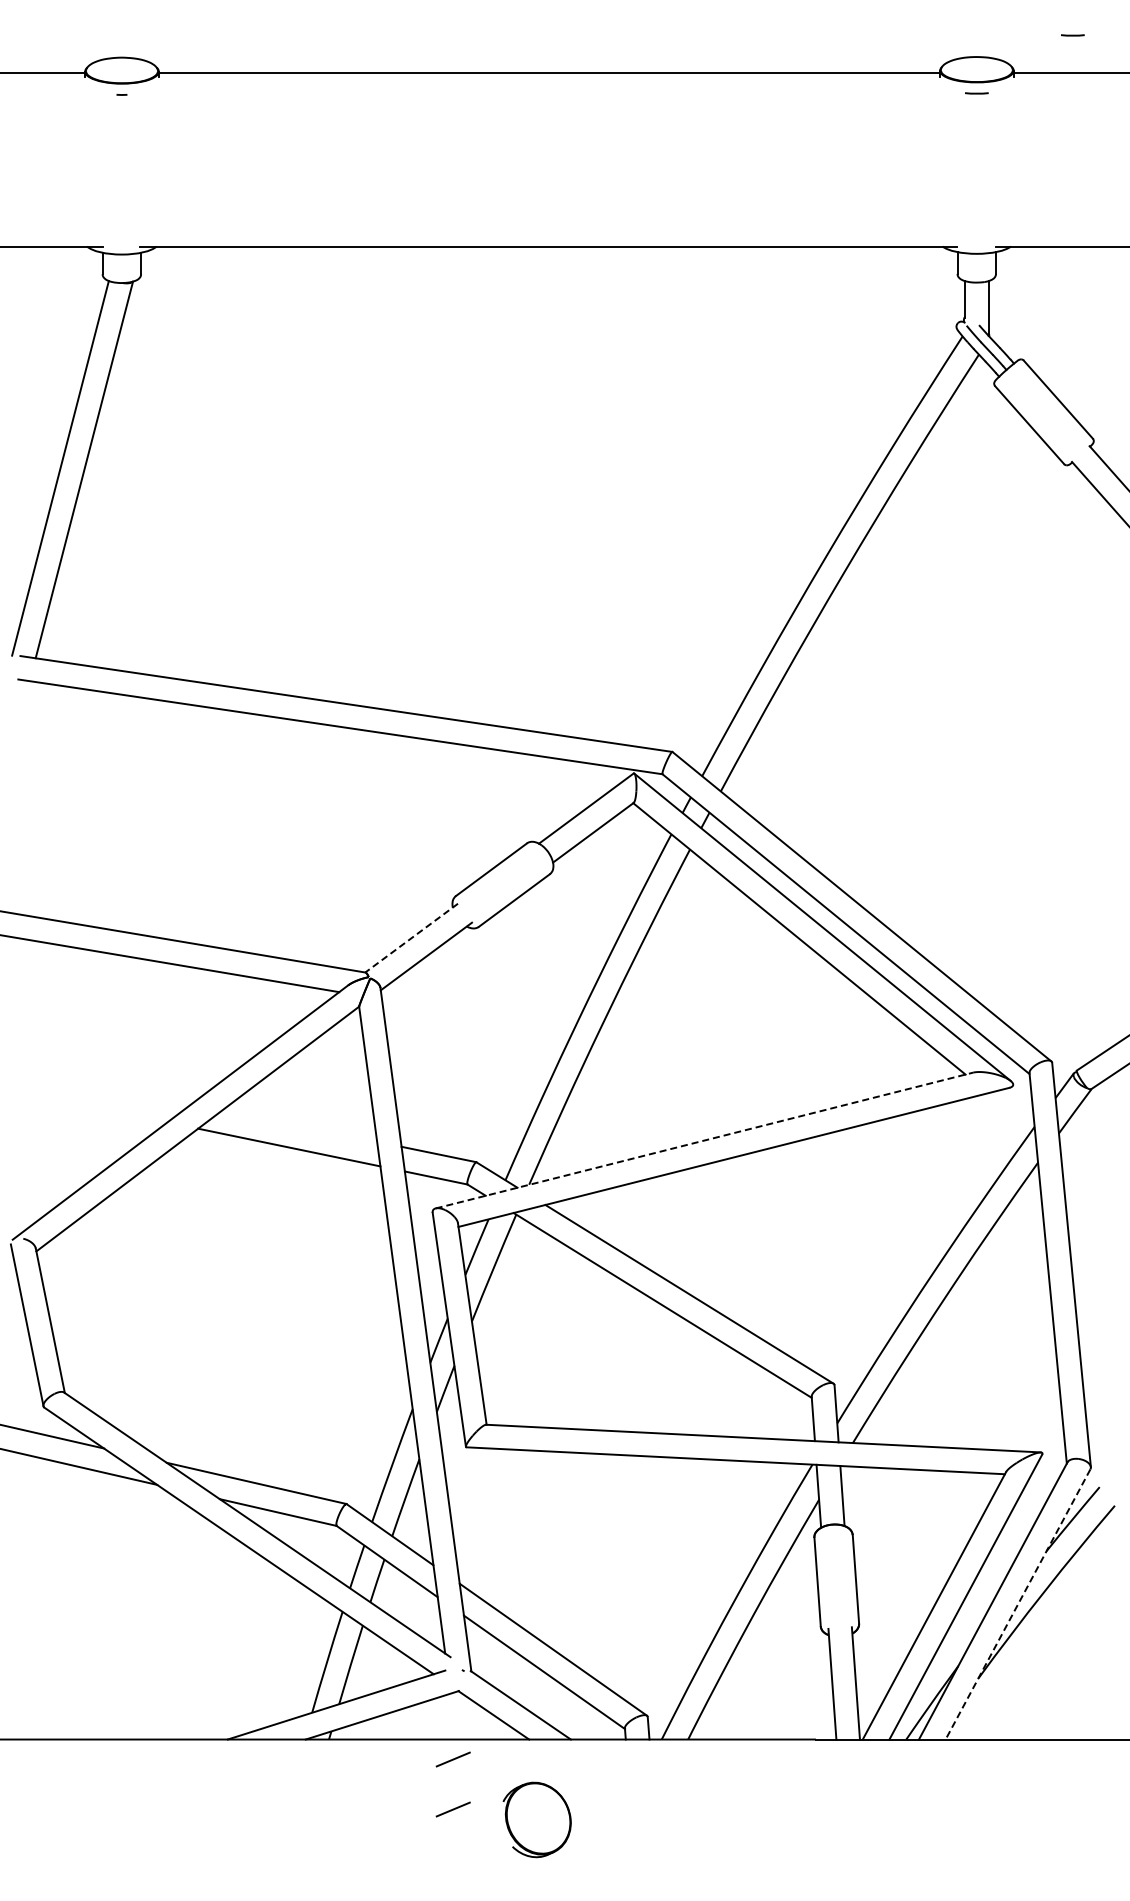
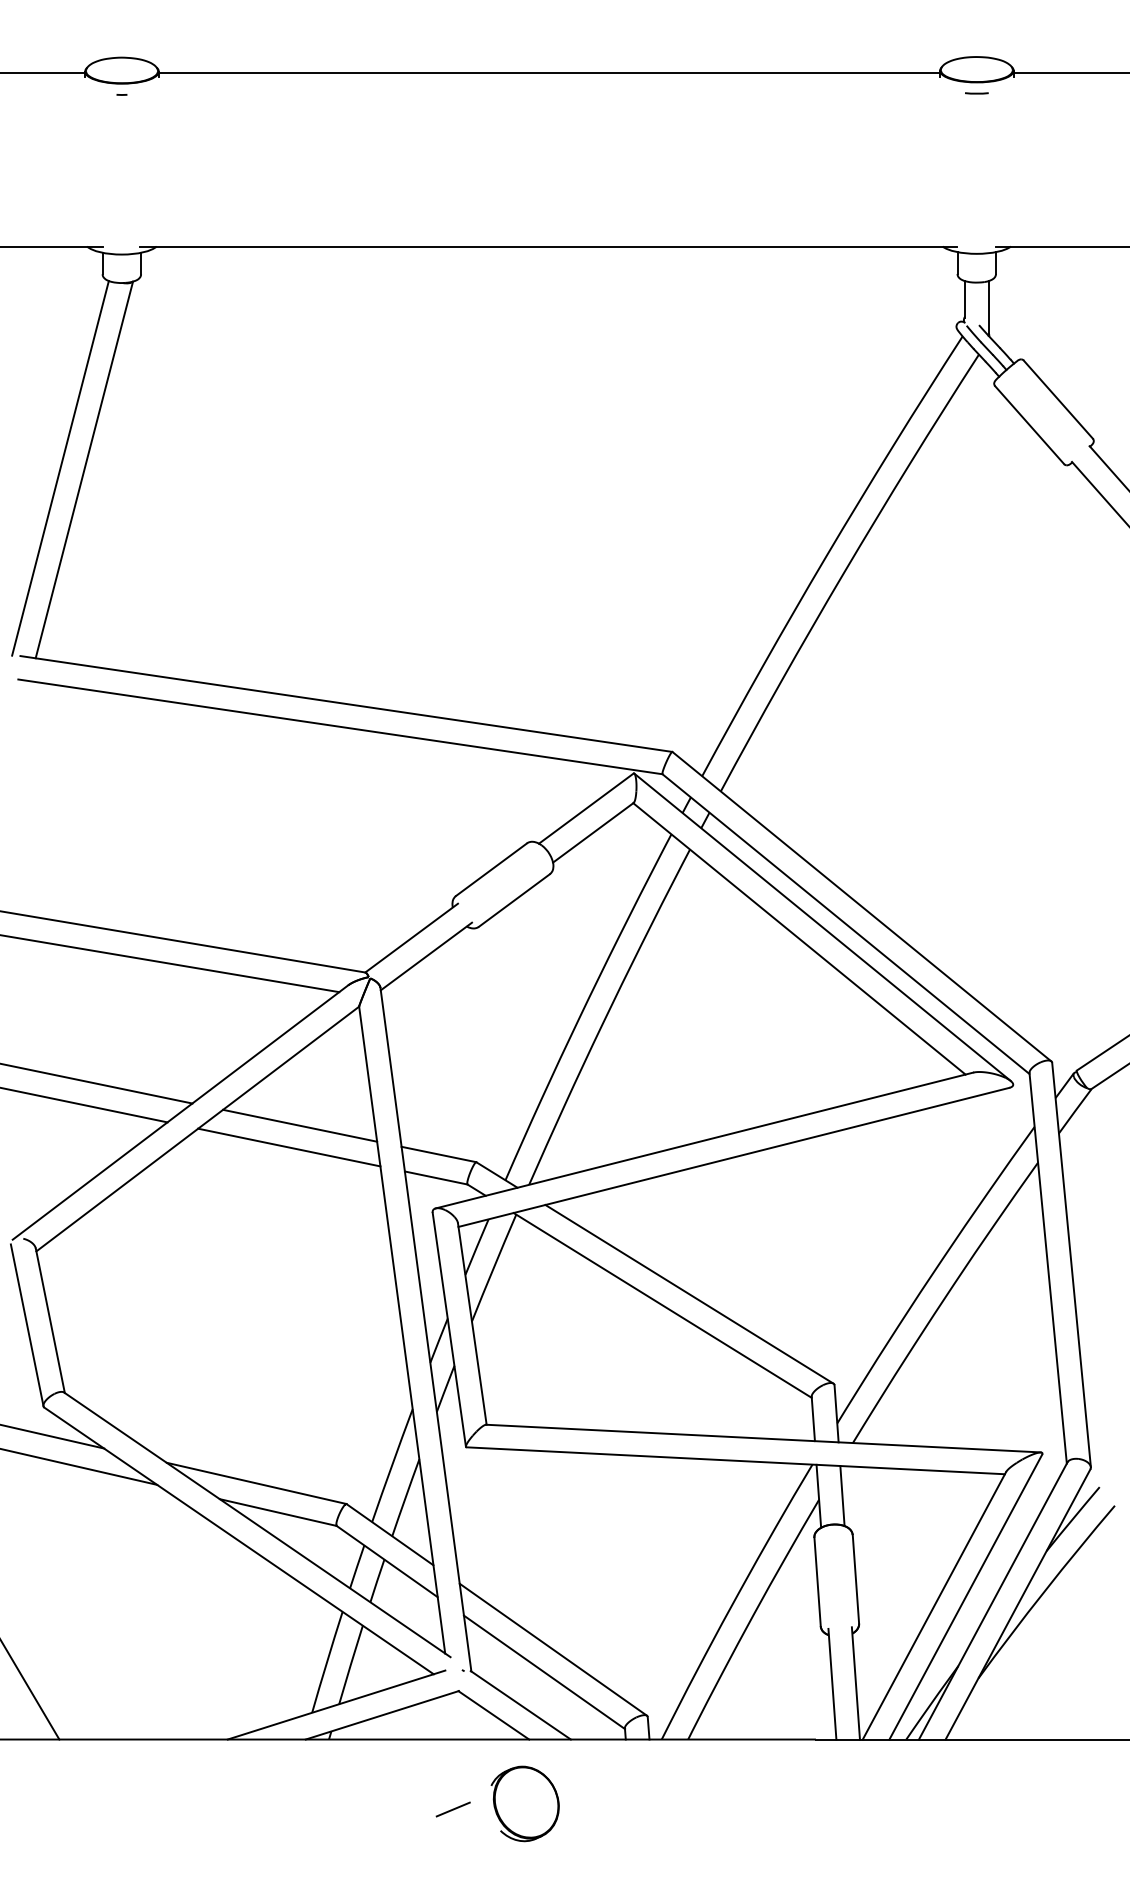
line at (1072, 35): present -> none
line at (411, 938): dashed -> solid
line at (97, 1083): none -> present
line at (84, 1105): none -> present
line at (300, 1125): none -> present
line at (704, 1140): dashed -> solid
line at (1017, 1604): dashed -> solid
line at (30, 1690): none -> present
line at (452, 1759): present -> none
part at (536, 1819) position: (536, 1819) -> (524, 1803)
